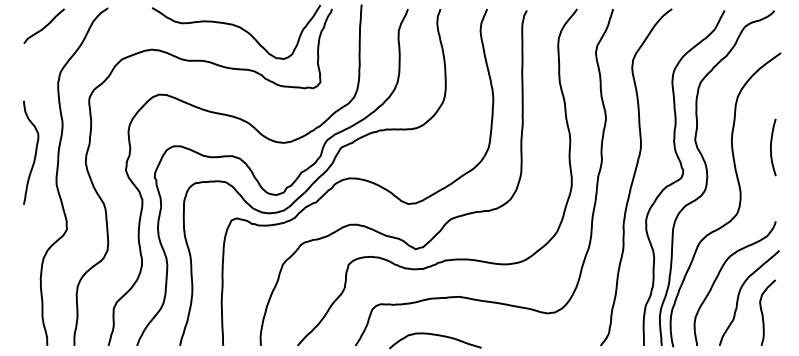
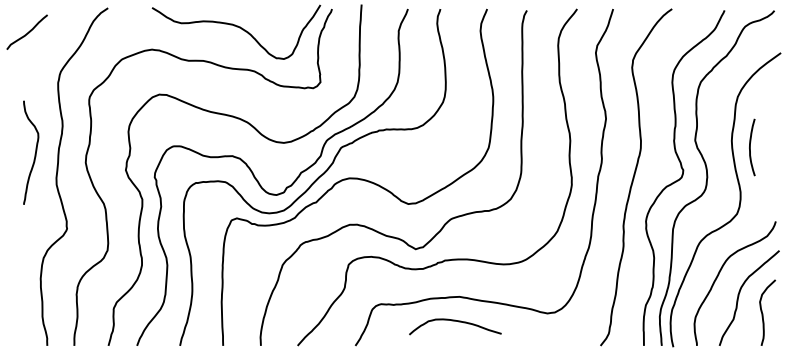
curve at (44, 26) position: (44, 26) -> (27, 32)
curve at (771, 147) position: (771, 147) -> (750, 147)
curve at (435, 335) position: (435, 335) -> (455, 321)
